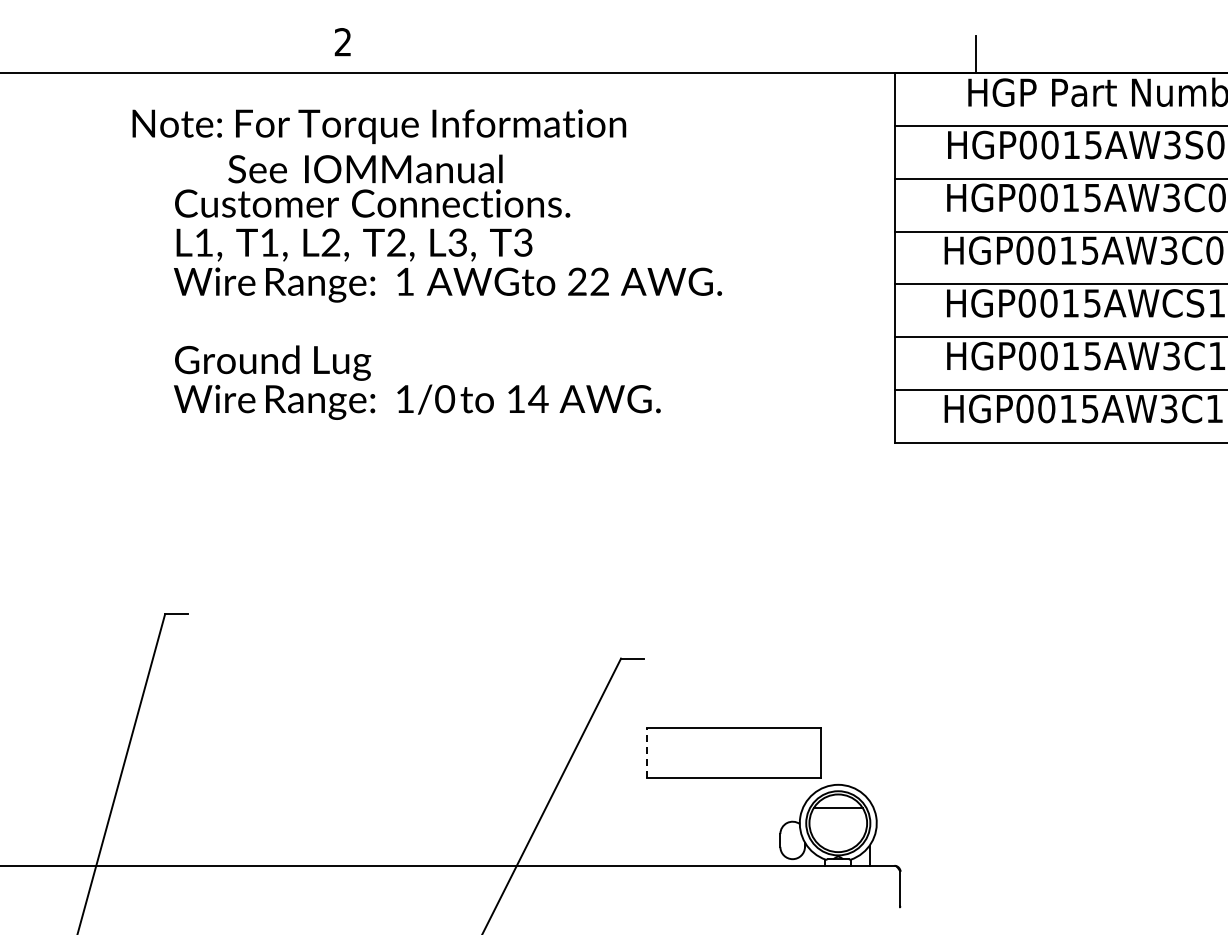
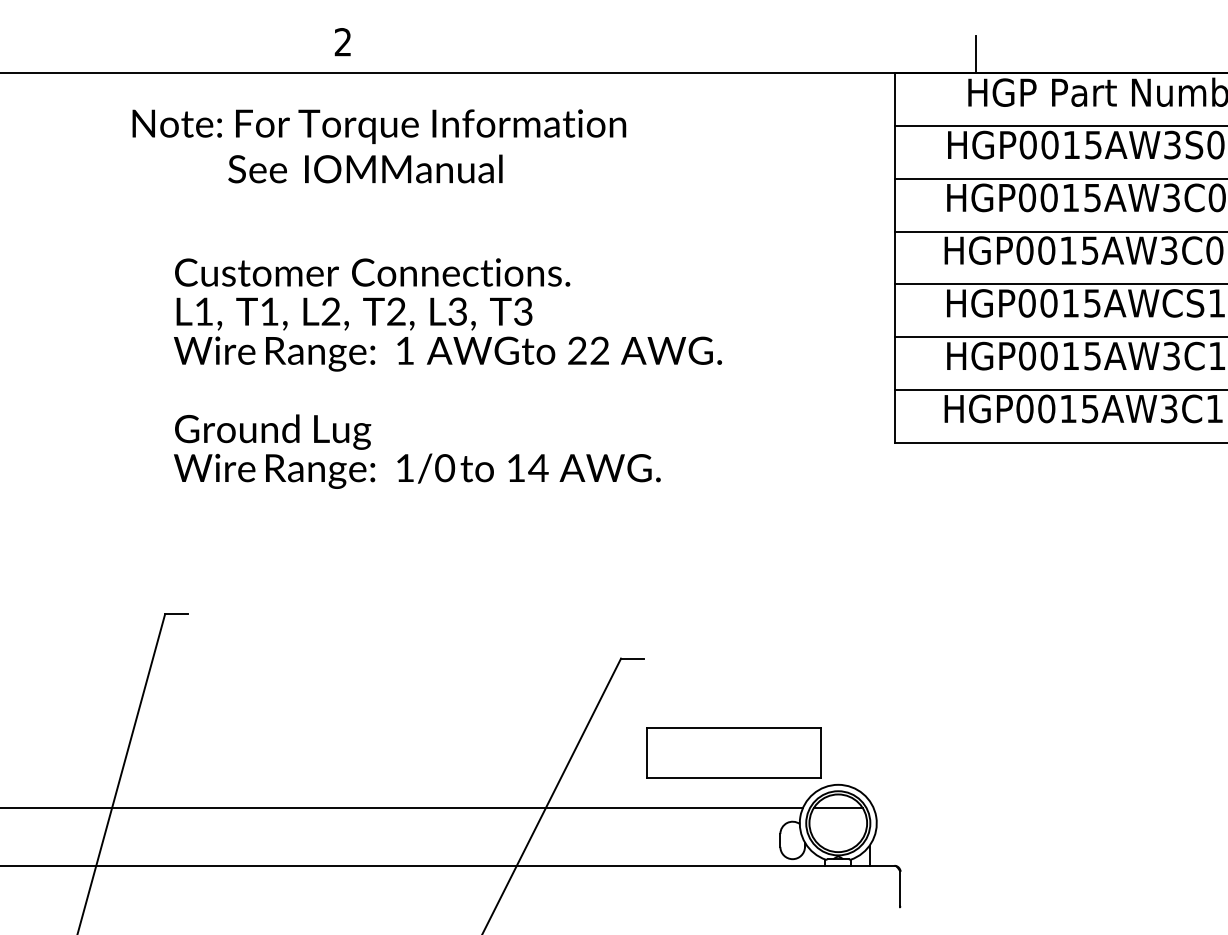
text at (447, 304) position: (447, 304) -> (447, 373)
line at (646, 752): dashed -> solid
line at (402, 808): none -> present
